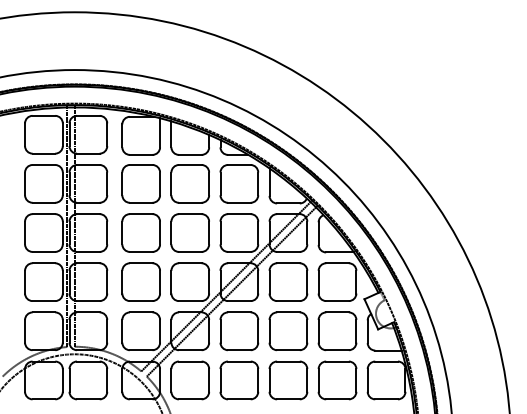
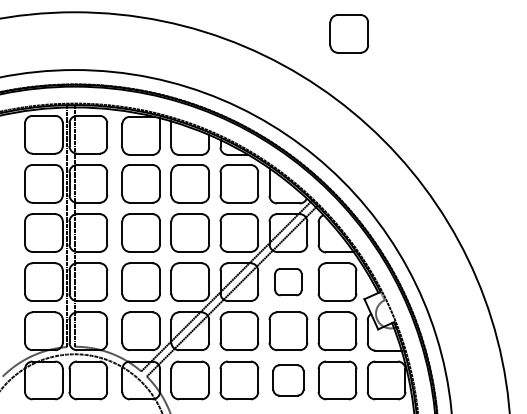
part at (348, 33): none -> present
part at (288, 281) size: 41x40 px -> 29x29 px
part at (288, 380) size: 41x41 px -> 33x33 px
